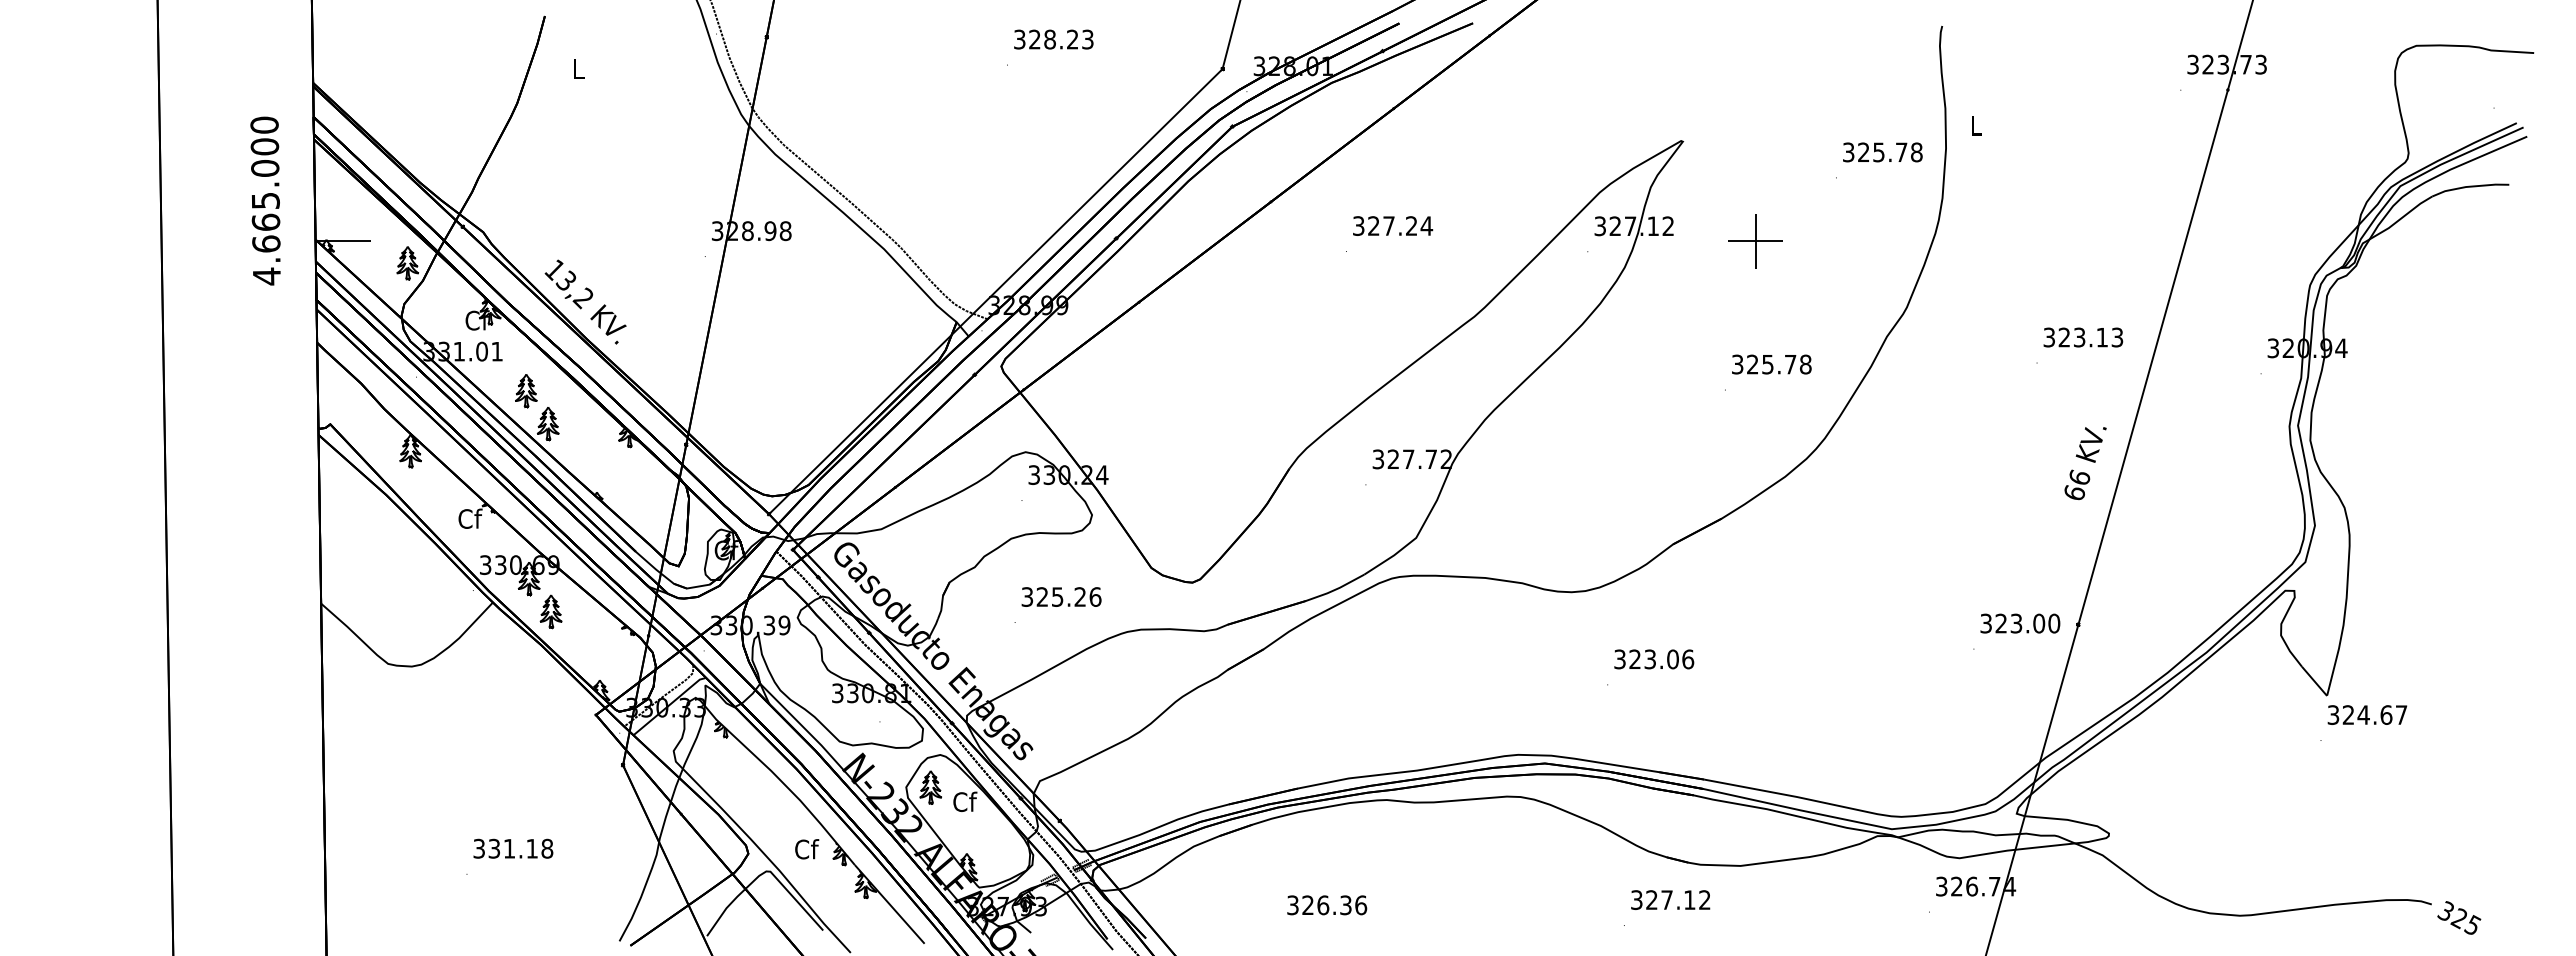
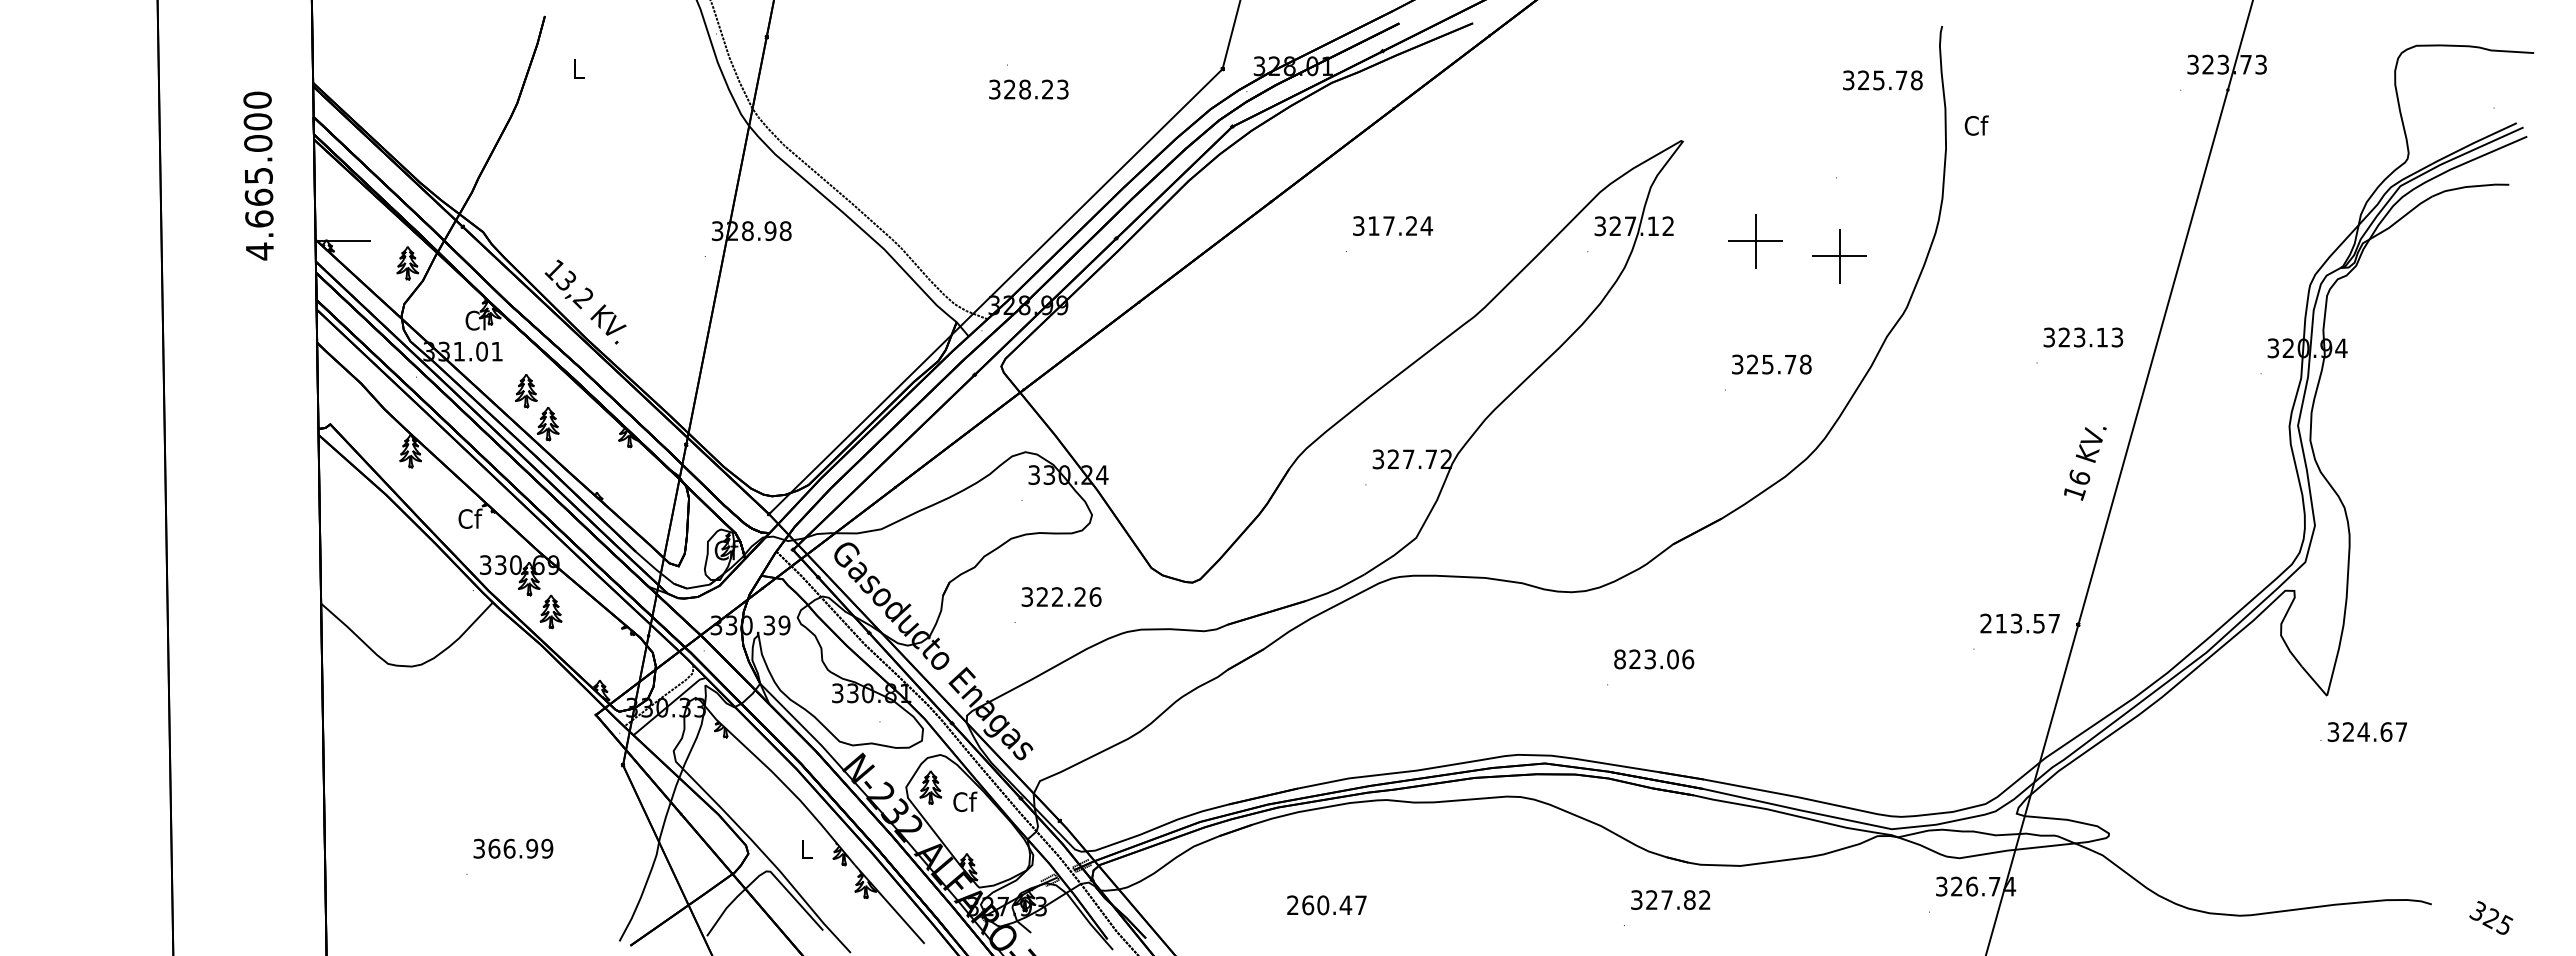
text at (1053, 39) position: (1053, 39) -> (1028, 89)
text at (1976, 125): L -> Cf
text at (1882, 152) position: (1882, 152) -> (1882, 80)
text at (265, 200) position: (265, 200) -> (258, 175)
text at (1373, 225): 327.24 -> 317.24
part at (1839, 256): none -> present
text at (2074, 492): 66 -> 16
text at (1057, 596): 325.26 -> 322.26
text at (2020, 623): 323.00 -> 213.57
text at (1619, 659): 323.06 -> 823.06
text at (2367, 714) position: (2367, 714) -> (2367, 731)
text at (520, 848): 331.18 -> 366.99
text at (807, 849): Cf -> L
text at (1689, 899): 327.12 -> 327.82
text at (1327, 905): 326.36 -> 260.47
text at (2459, 917) position: (2459, 917) -> (2491, 917)
